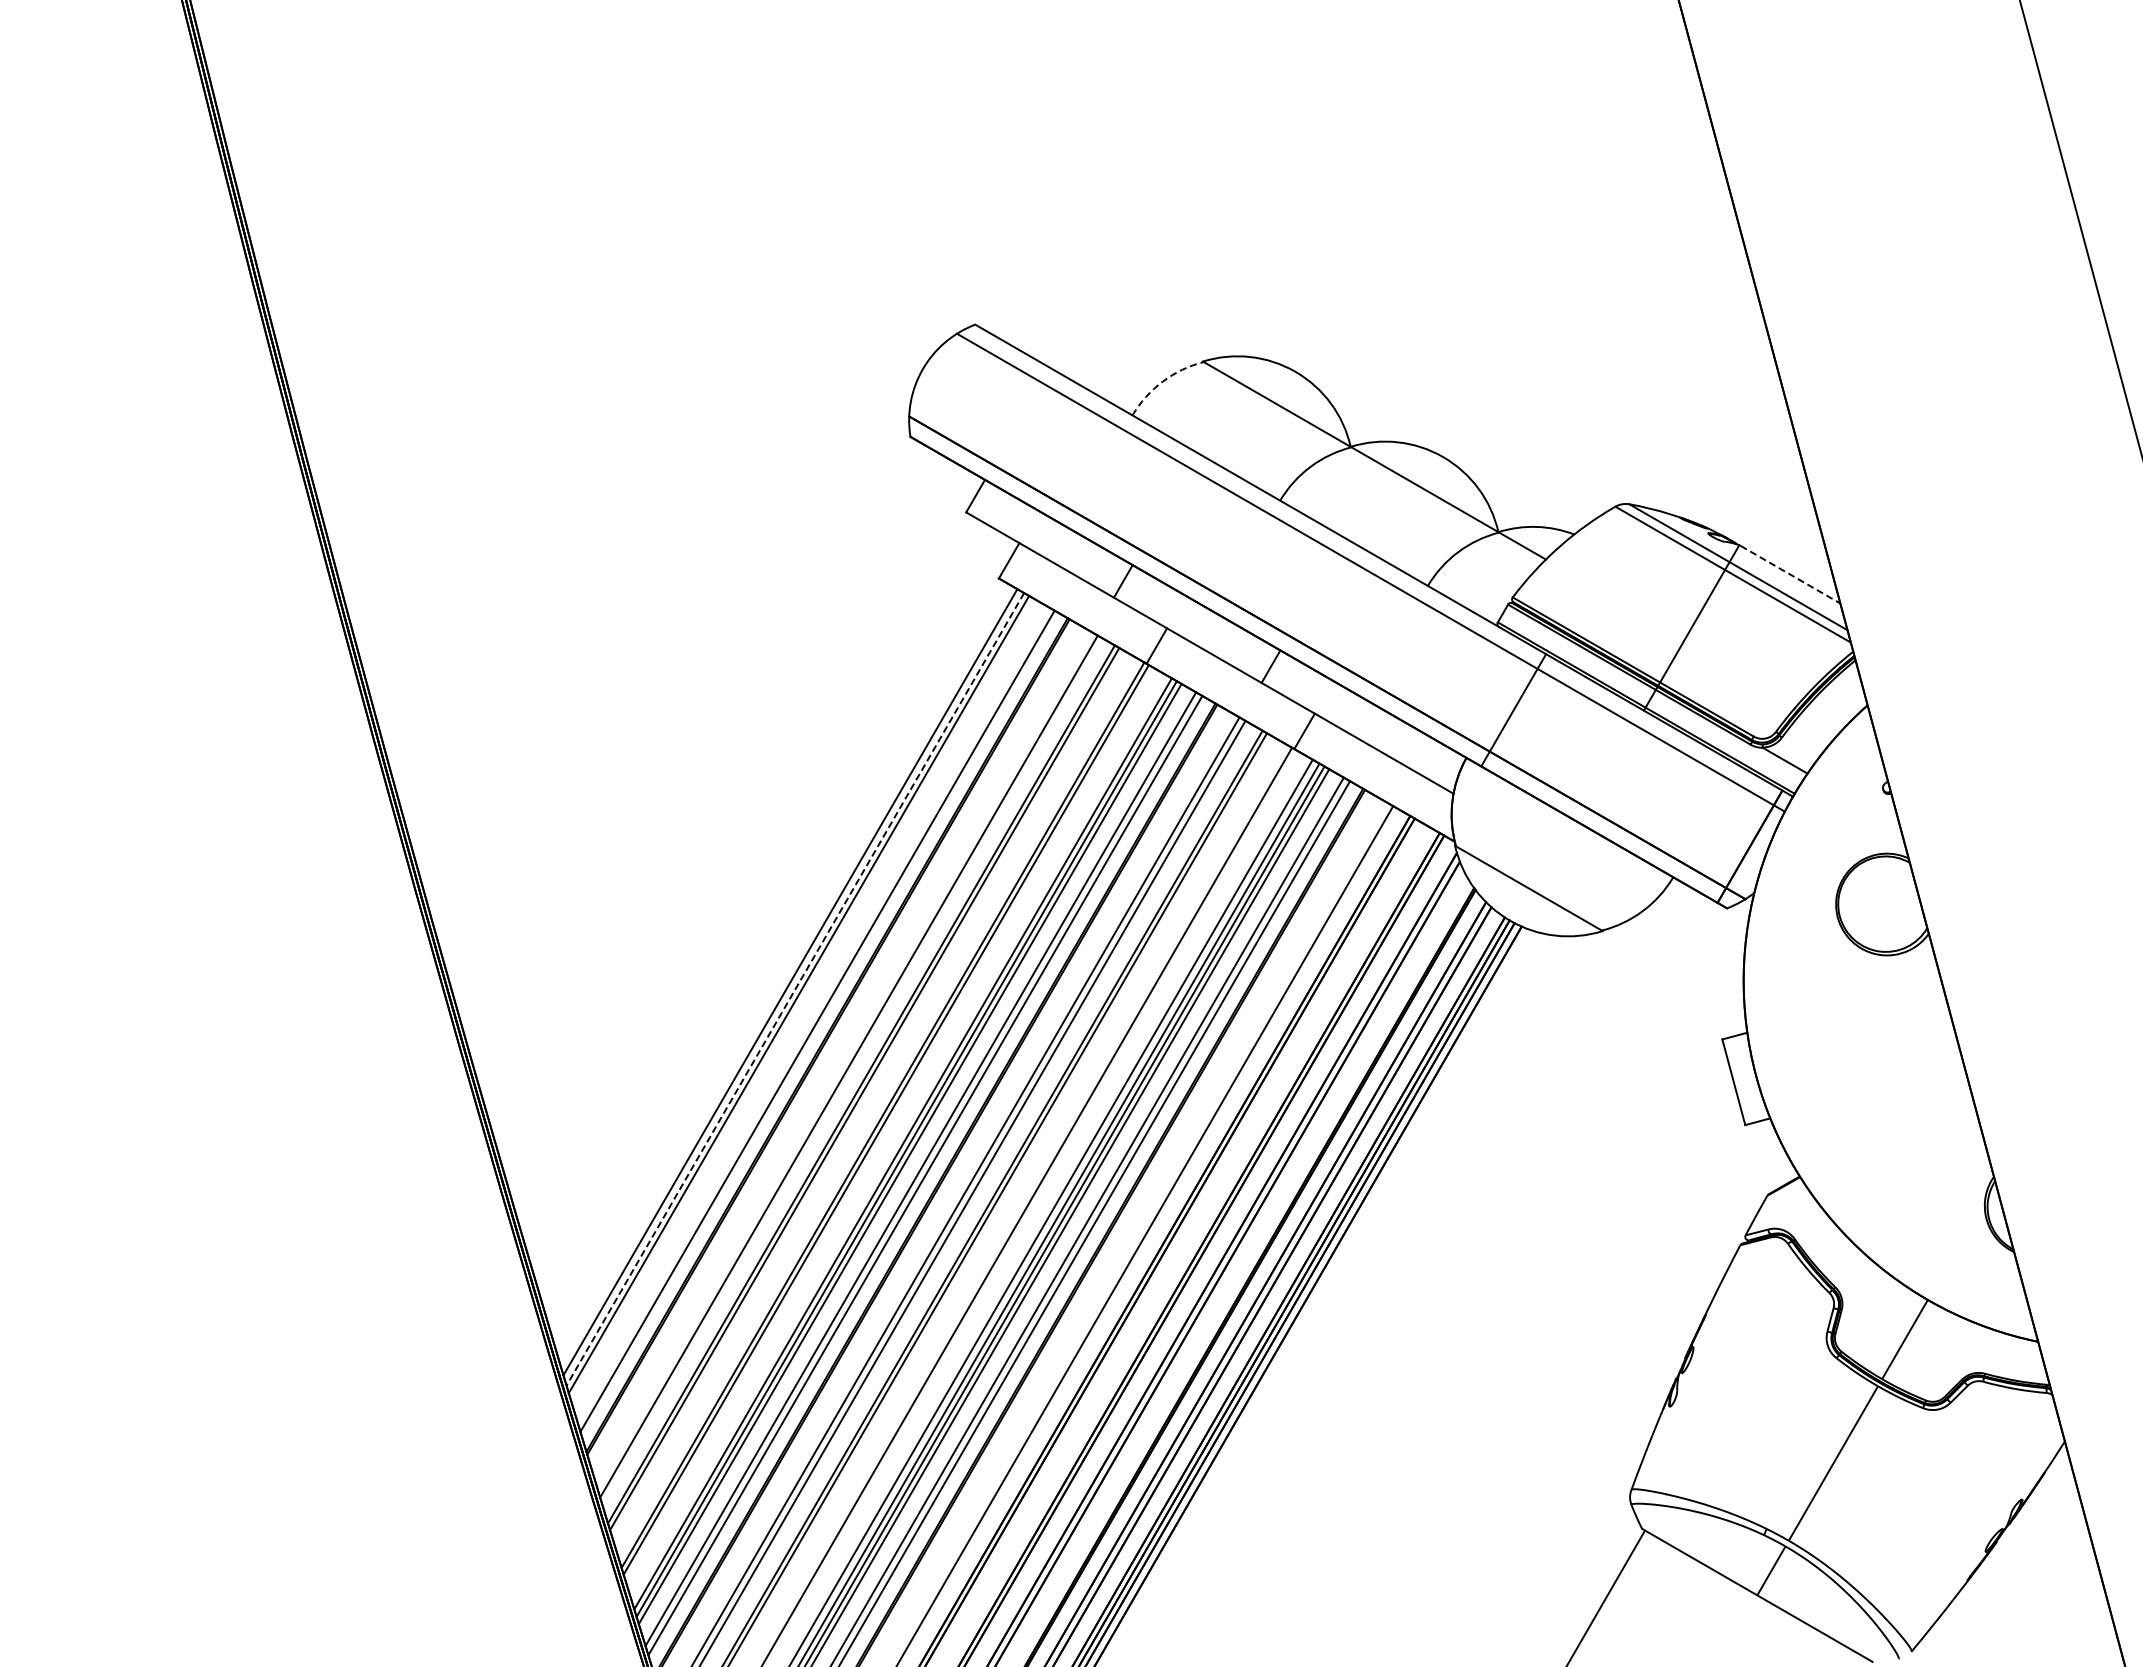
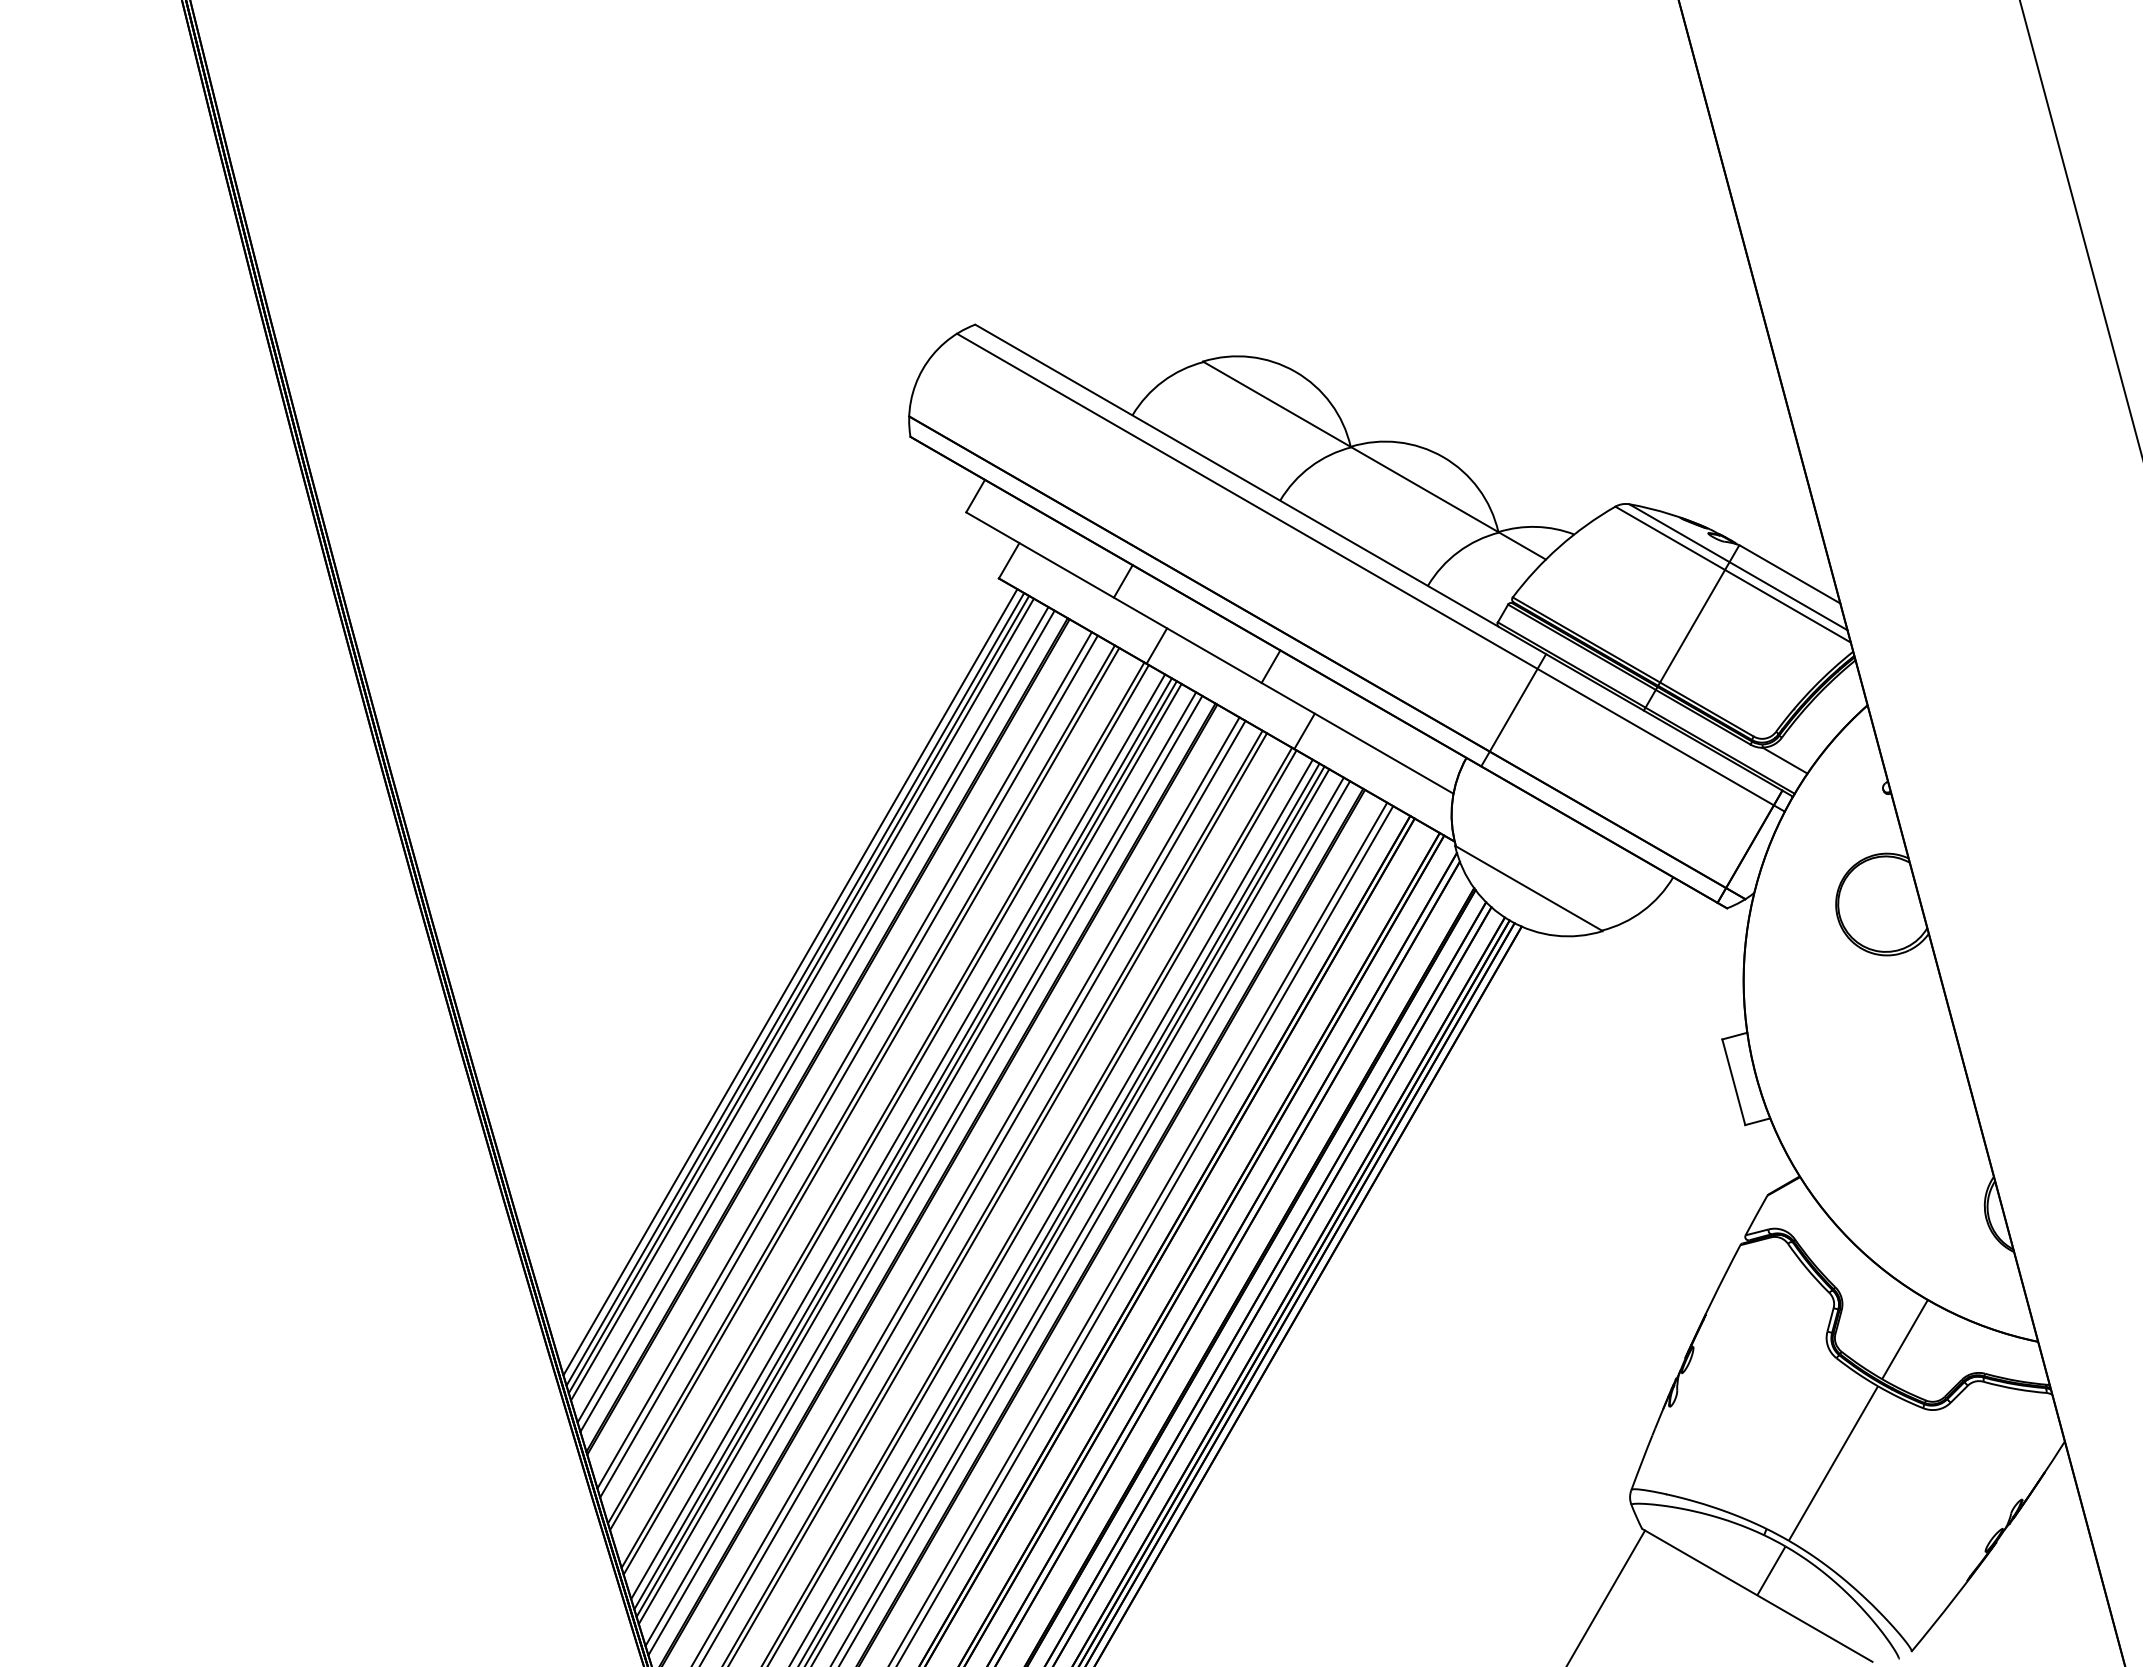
arc at (1162, 381): dashed -> solid
line at (1790, 574): dashed -> solid
line at (795, 989): dashed -> solid
line at (801, 999): none -> present
line at (812, 1014): none -> present
line at (844, 1060): none -> present
line at (898, 1136): none -> present
line at (1032, 1206): none -> present
line at (1138, 1232): none -> present
